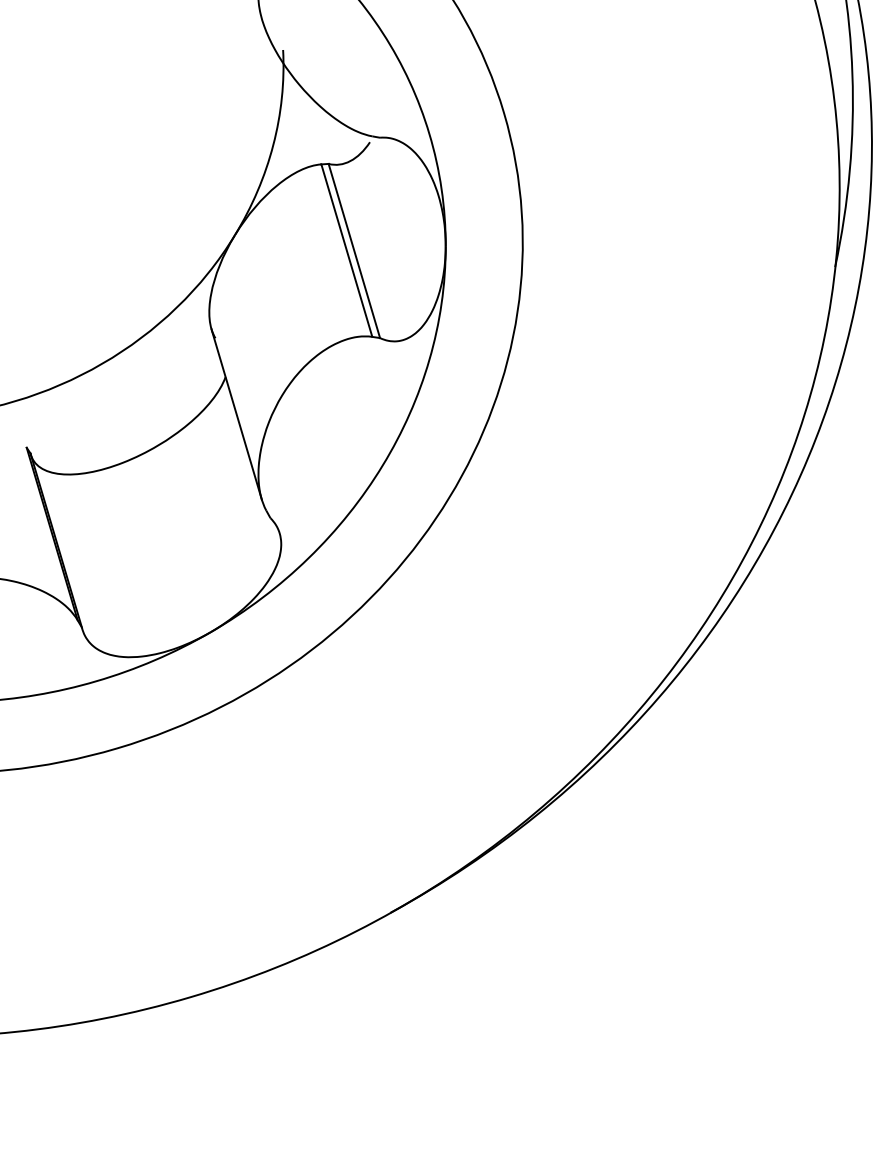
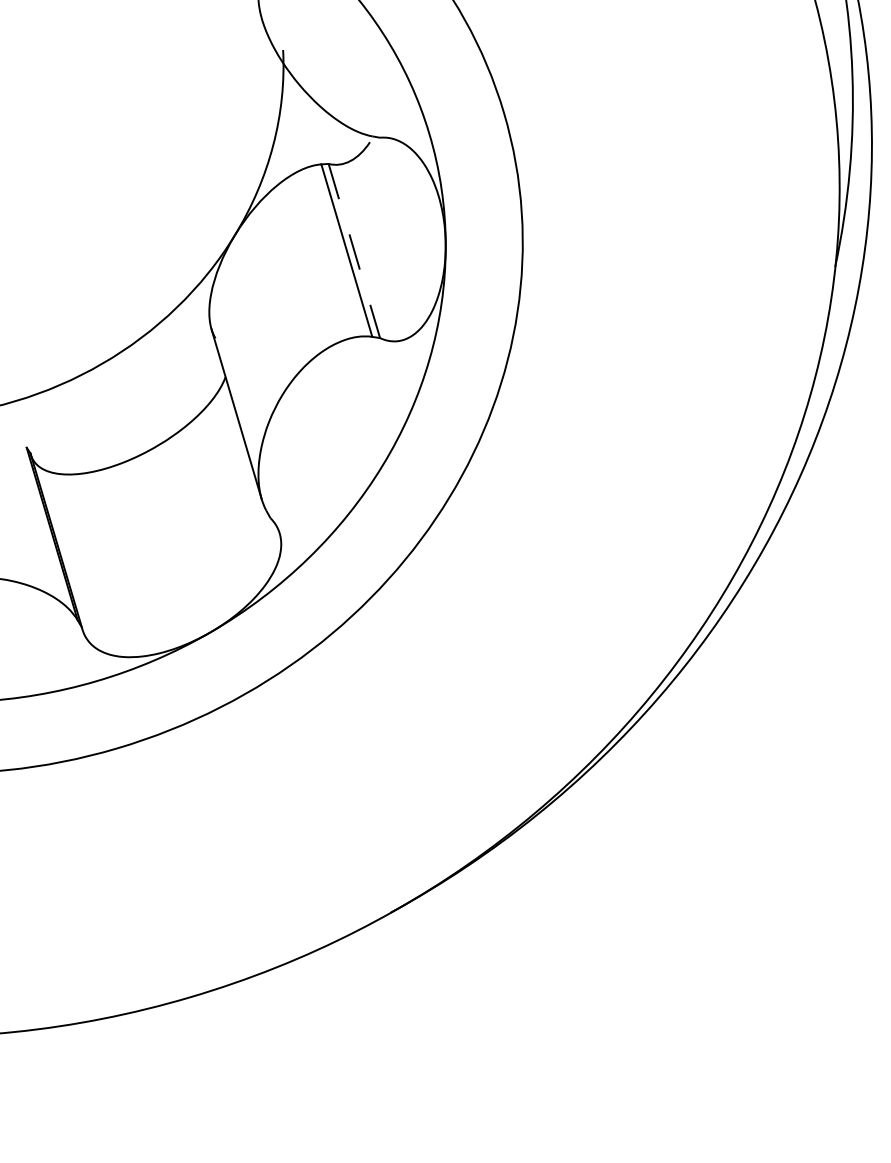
line at (354, 251): solid -> dashed
